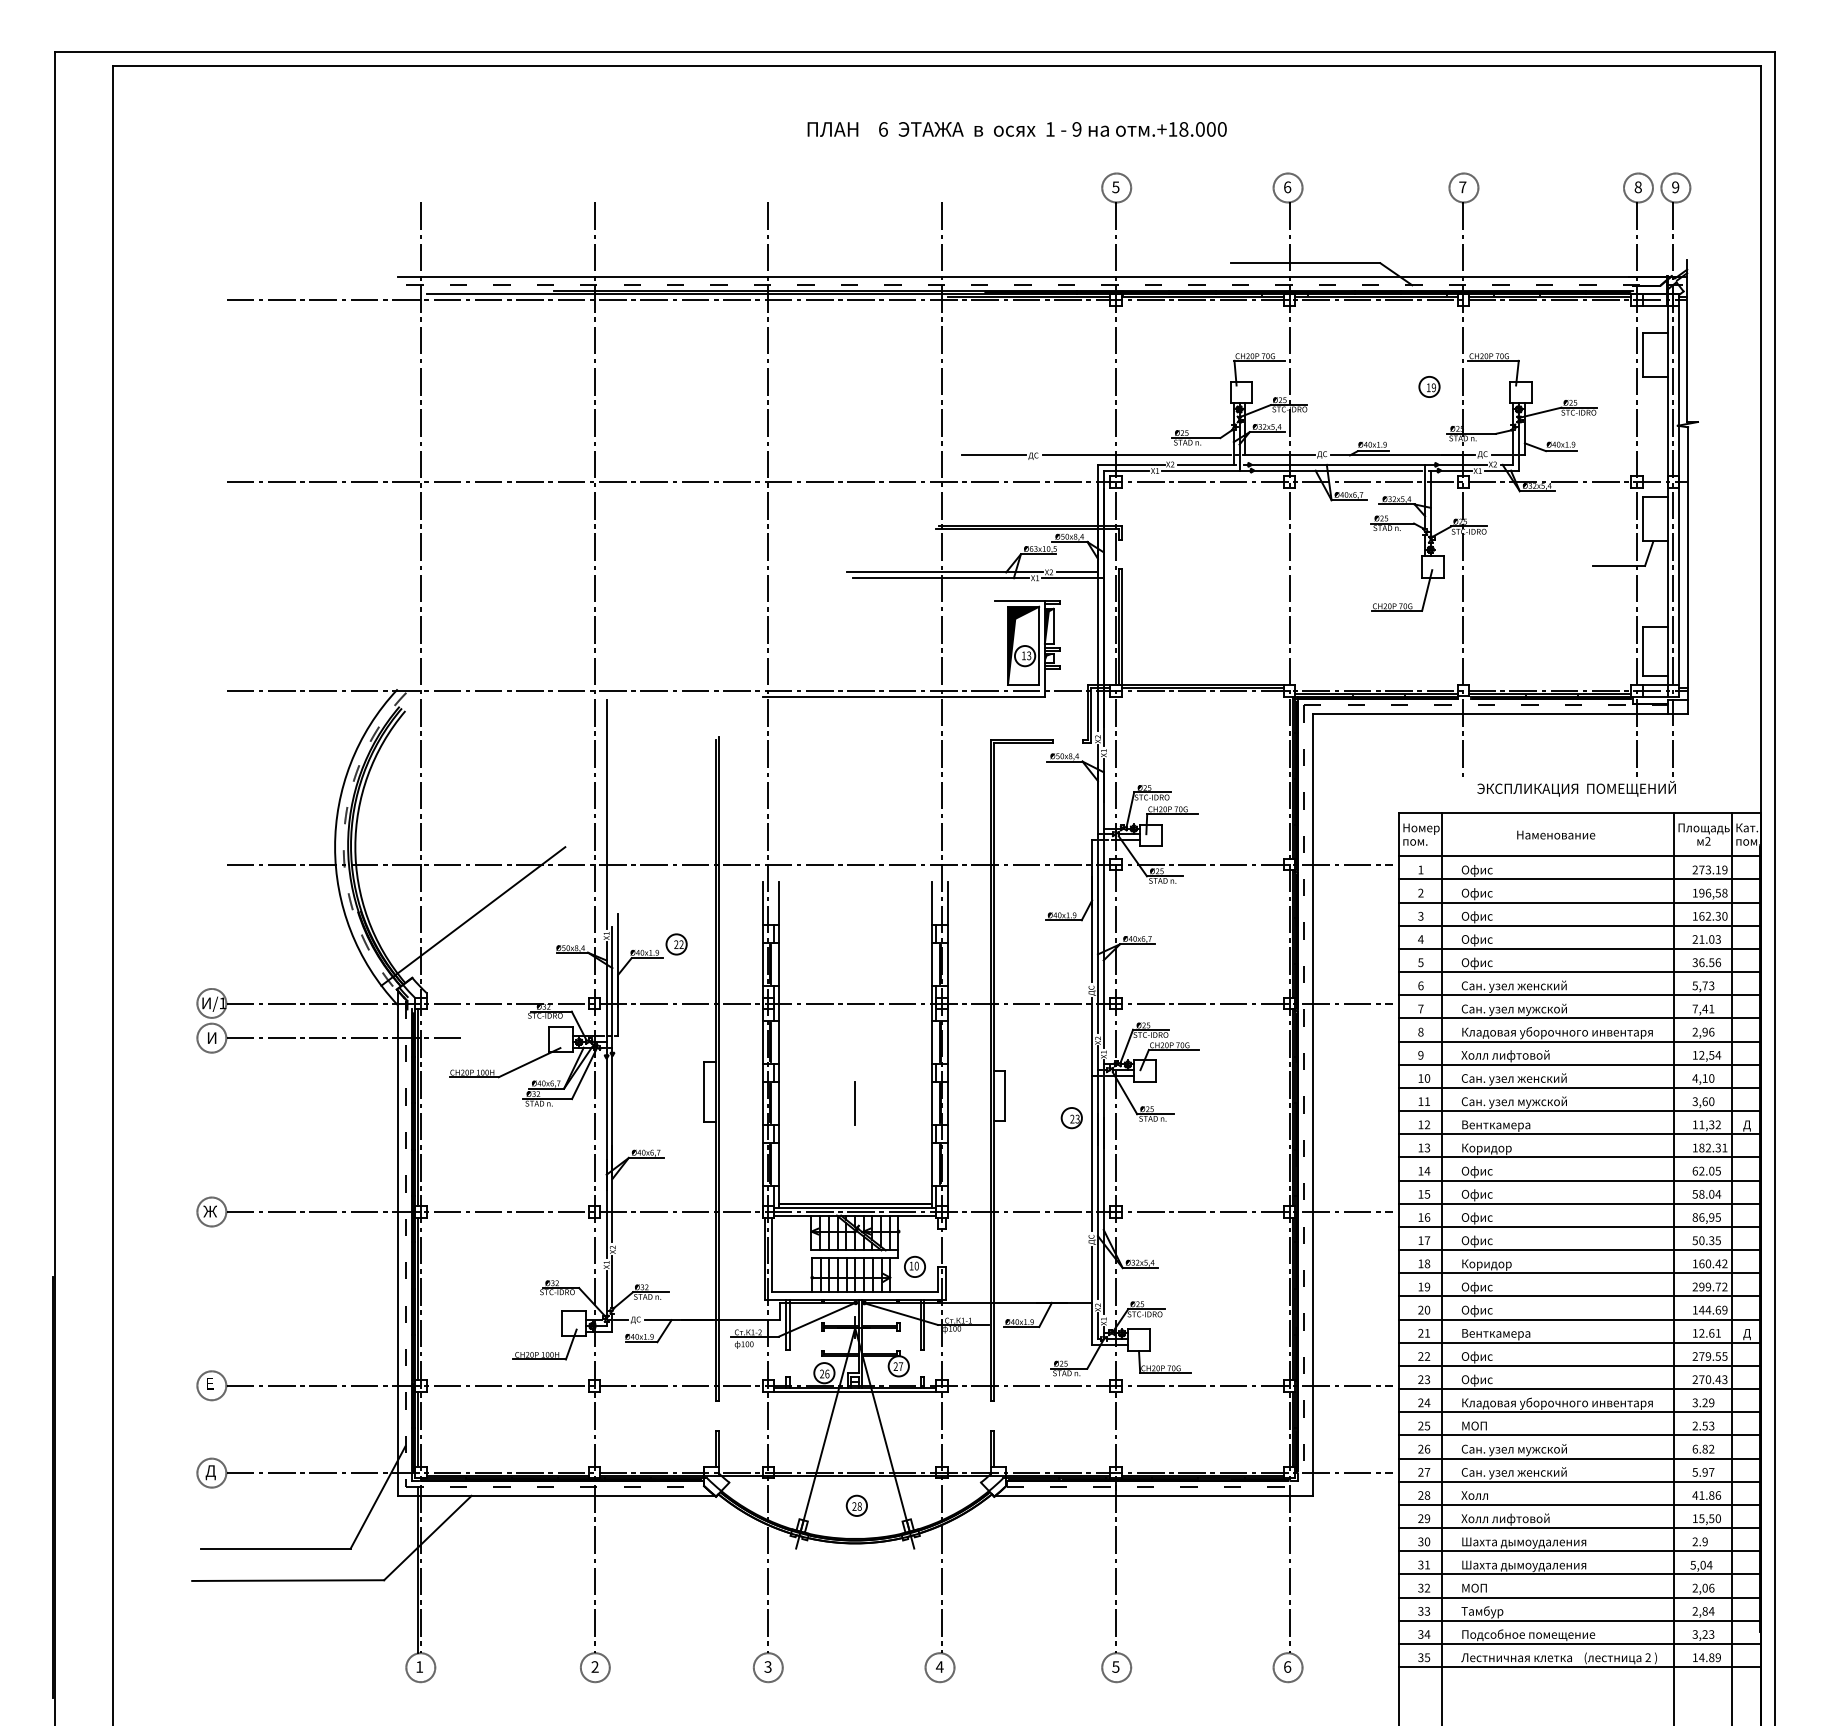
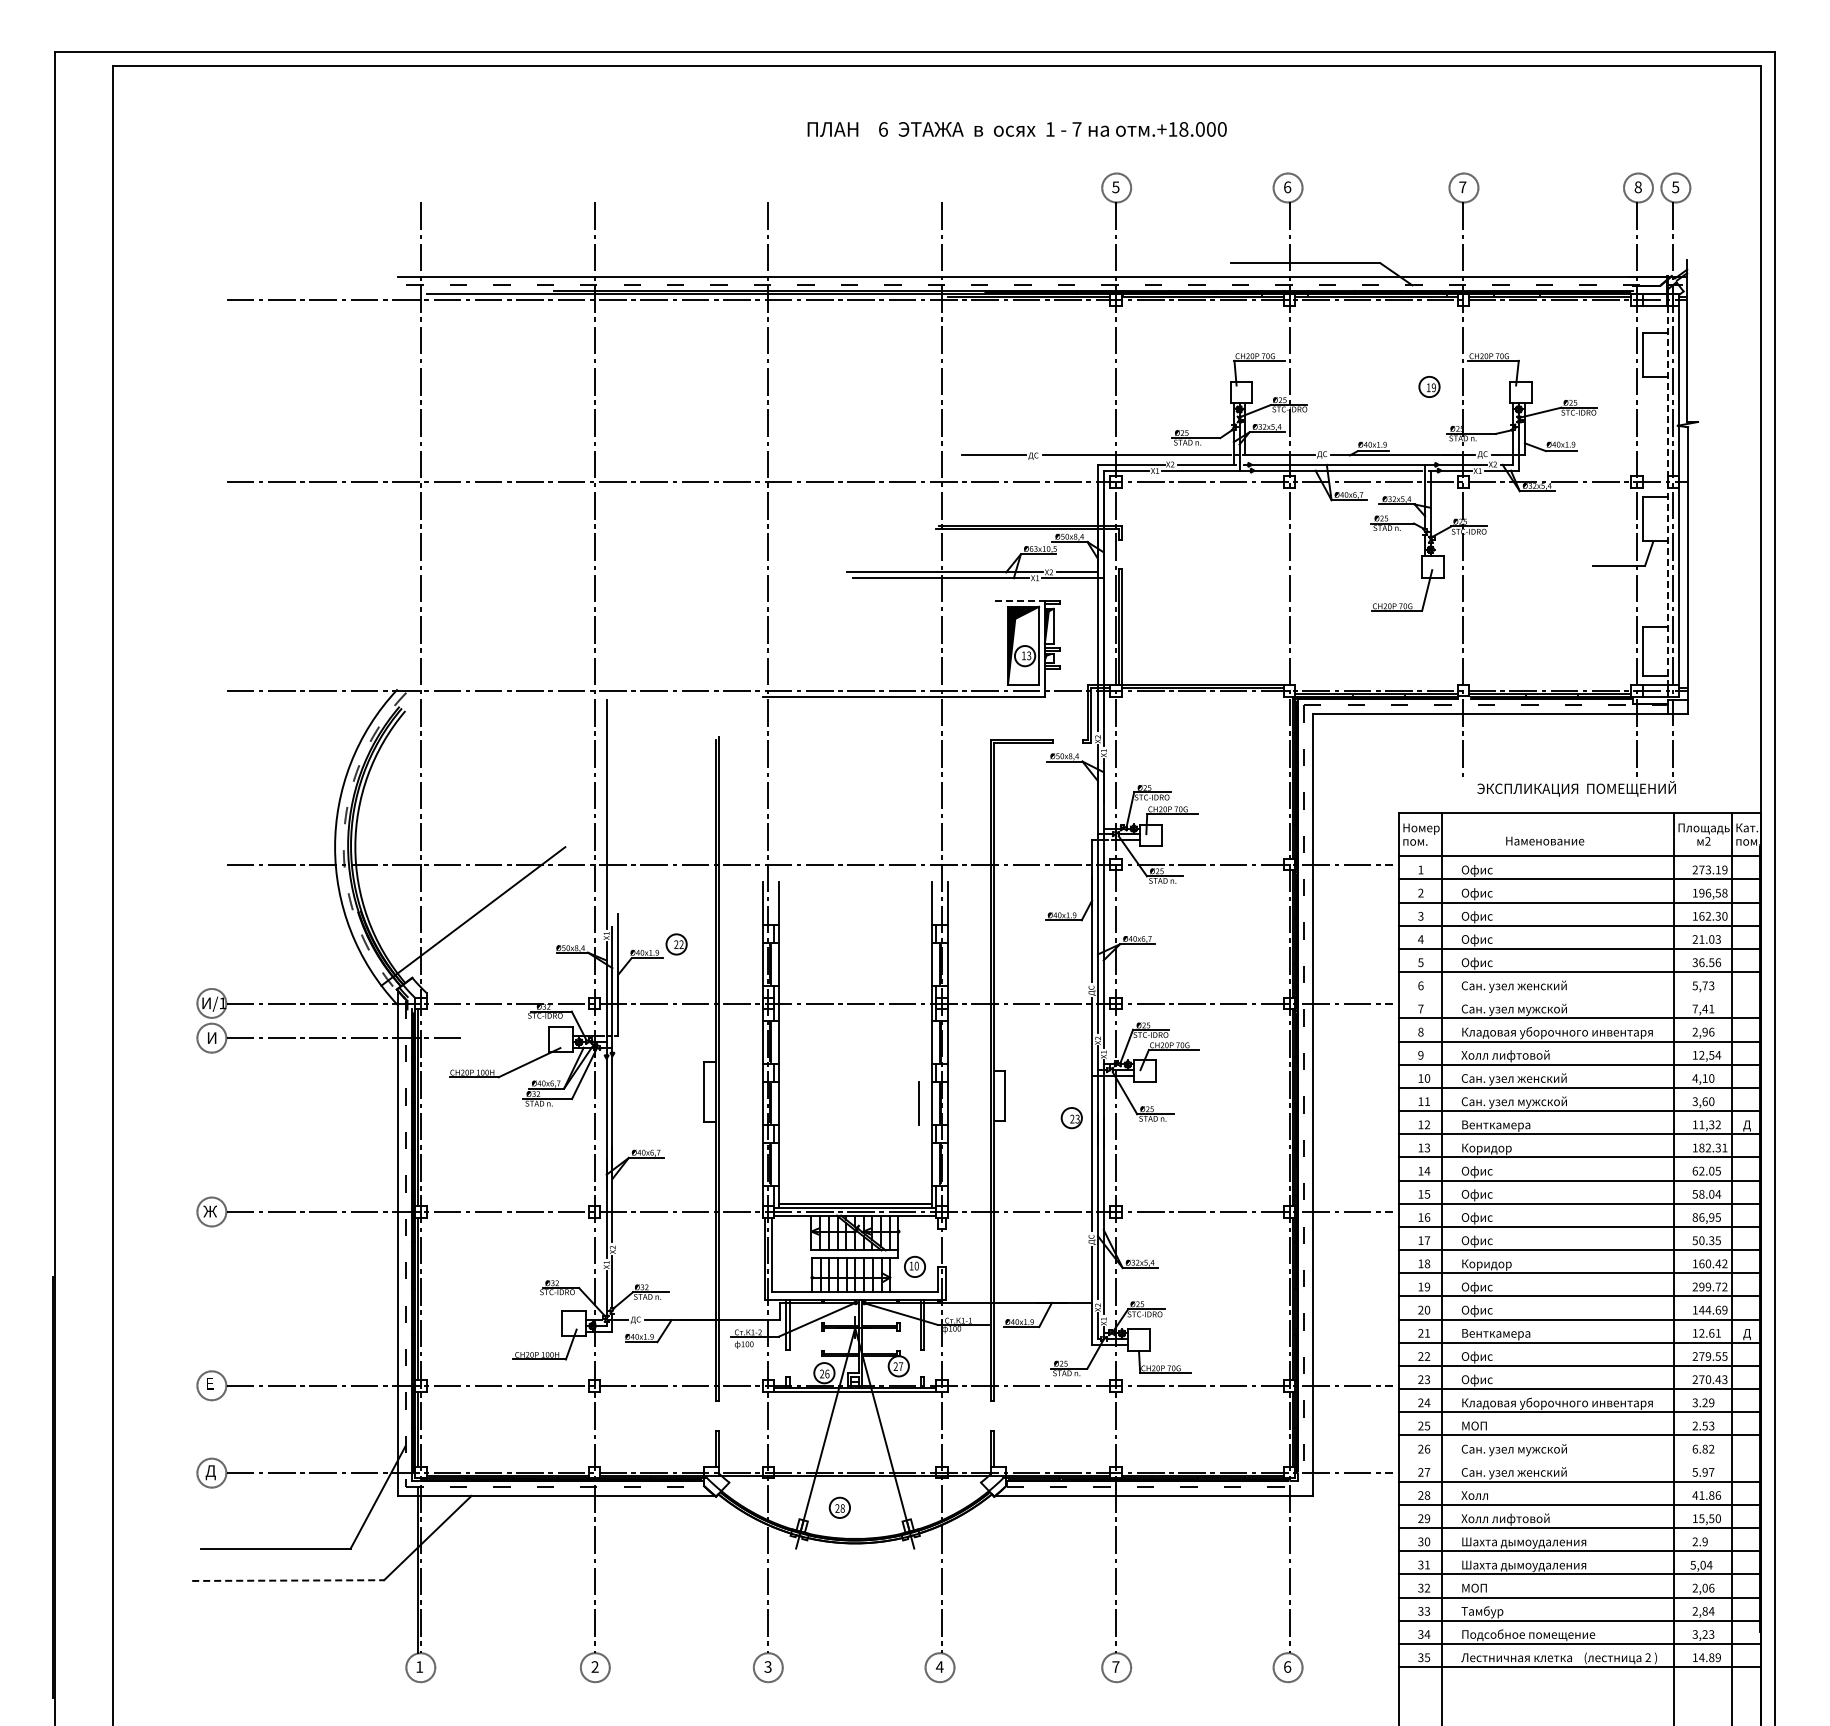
text at (1076, 129): 9 -> 7
text at (1675, 187): 9 -> 5
line at (1667, 495): solid -> dashed
line at (1019, 600): solid -> dashed
text at (1556, 834) position: (1556, 834) -> (1545, 840)
line at (1579, 995): present -> none
line at (854, 1103) position: (854, 1103) -> (918, 1103)
line at (1579, 1458): present -> none
part at (856, 1505) position: (856, 1505) -> (839, 1507)
line at (288, 1580): solid -> dashed
text at (1115, 1666): 5 -> 7
